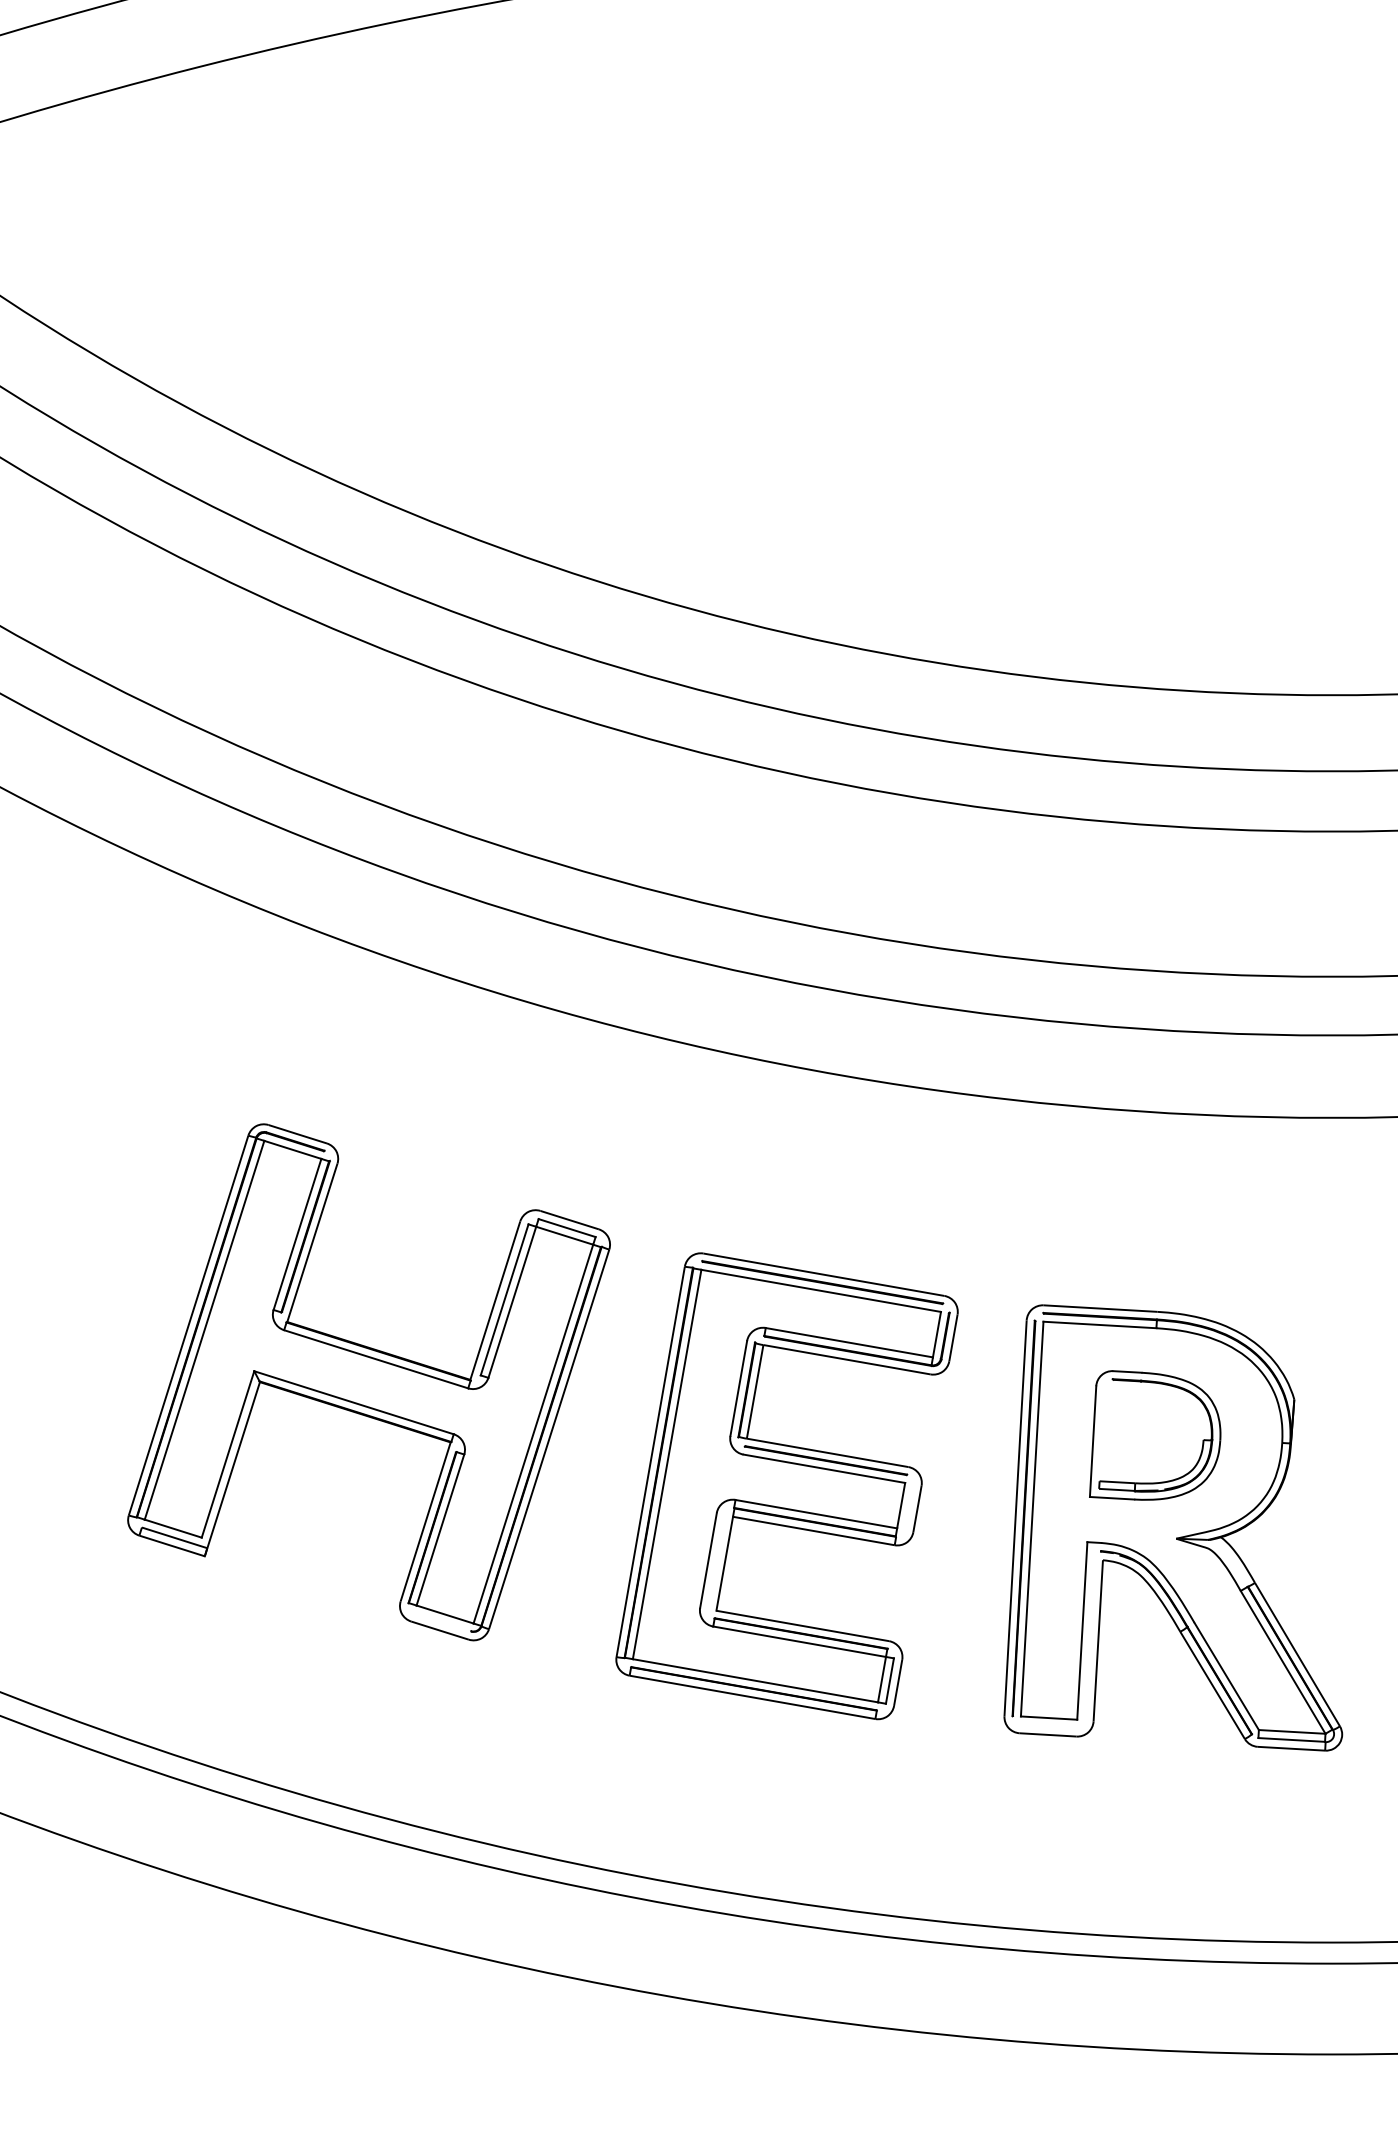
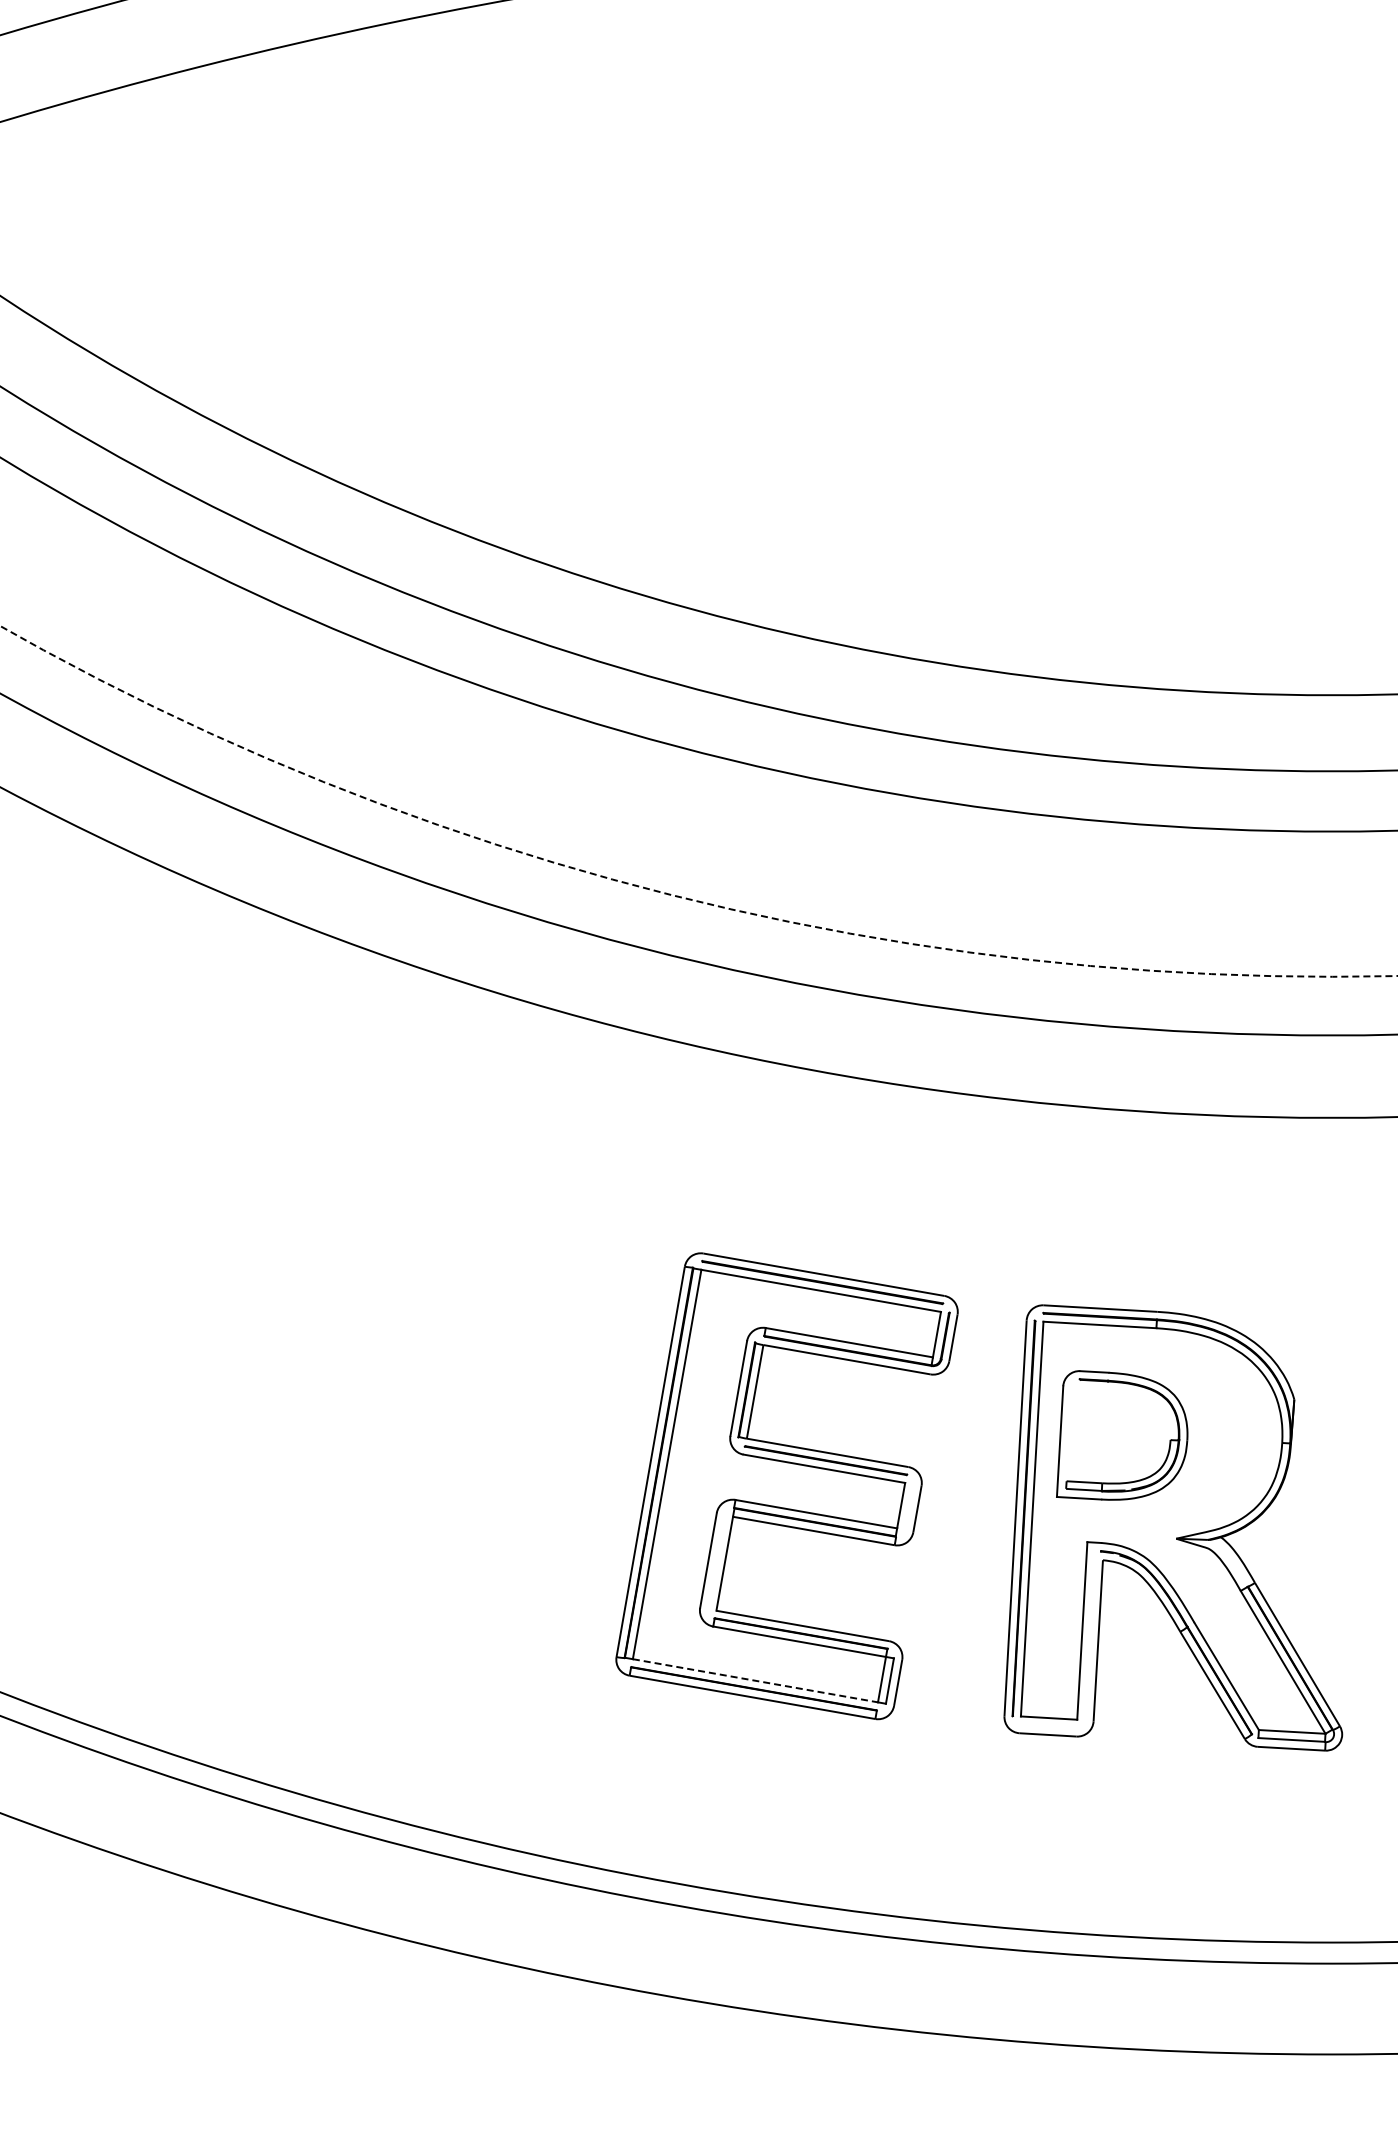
arc at (674, 895): solid -> dashed
part at (368, 1382): present -> none
part at (1155, 1435) position: (1155, 1435) -> (1122, 1435)
line at (755, 1680): solid -> dashed
